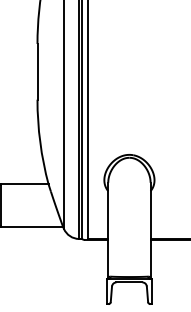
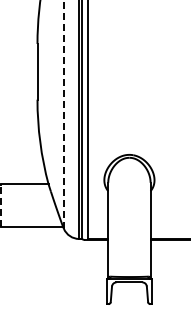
line at (63, 114): solid -> dashed
line at (1, 205): solid -> dashed
